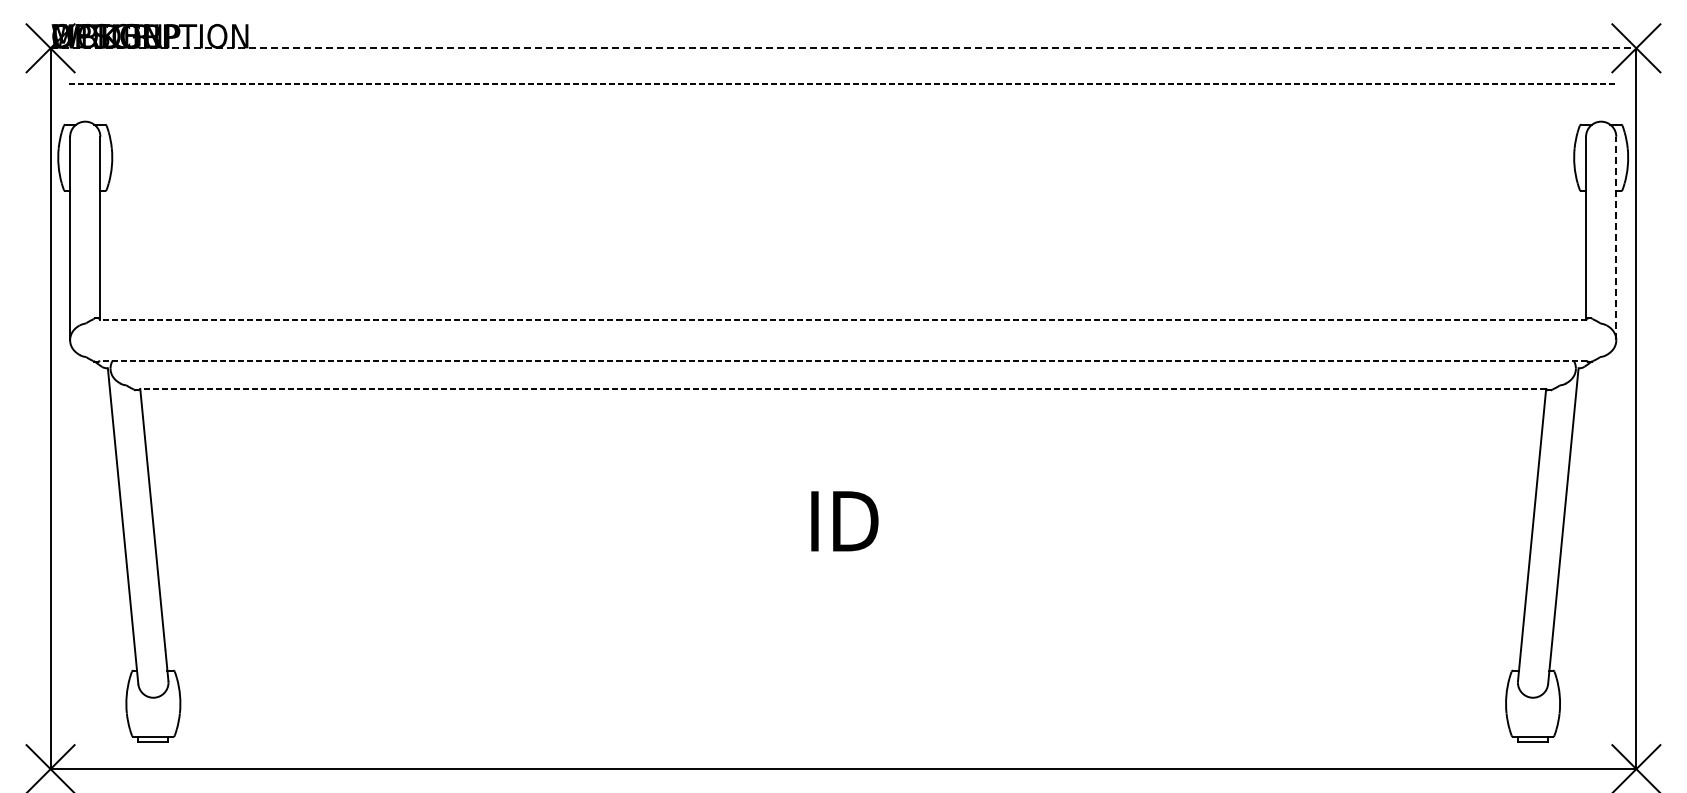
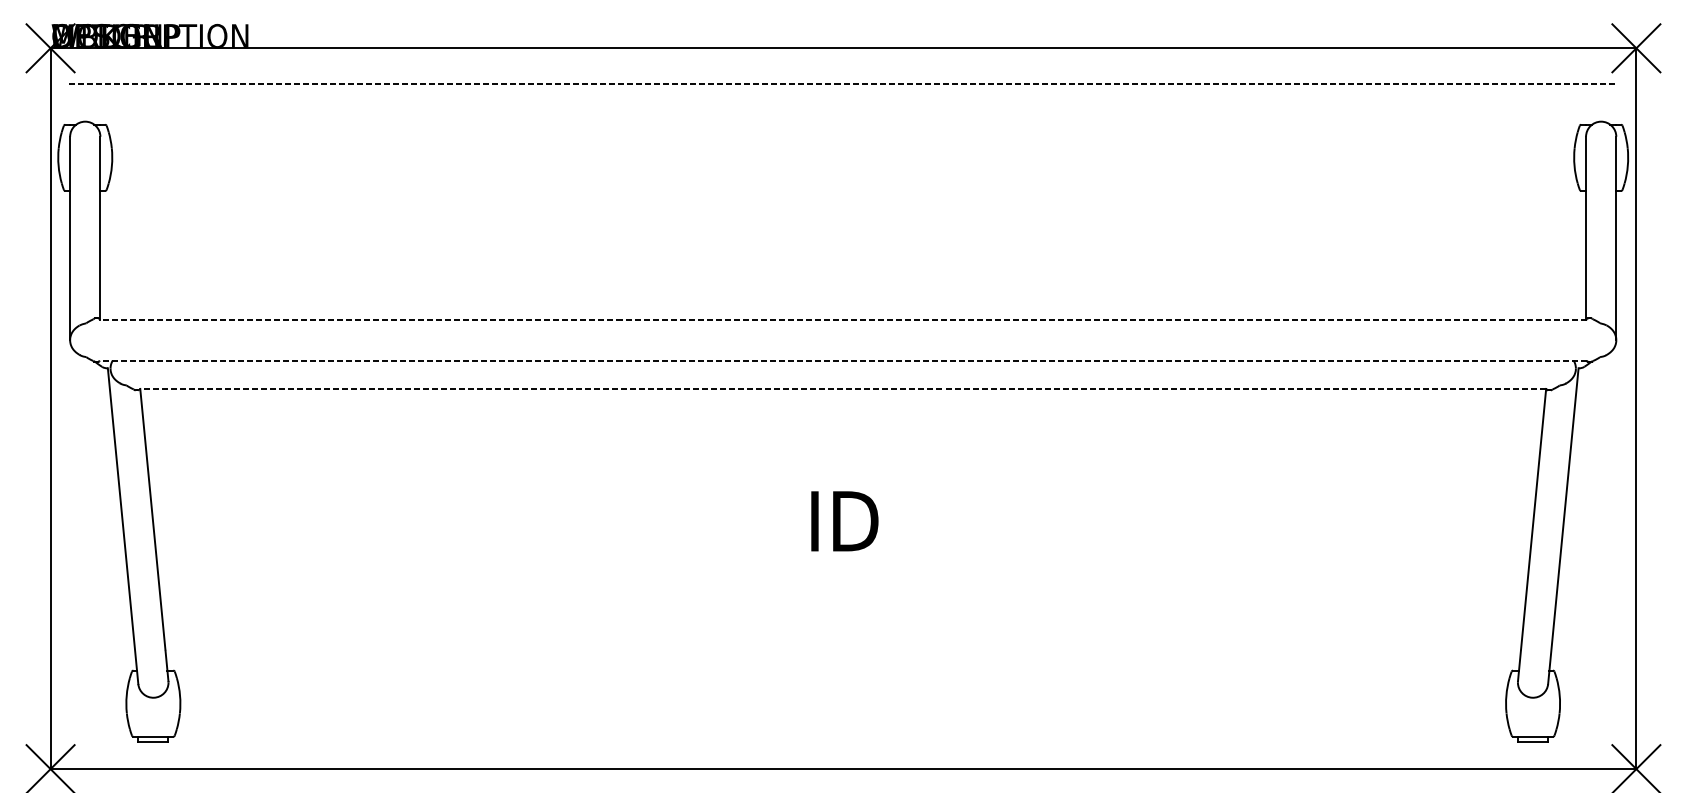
line at (843, 48): dashed -> solid
line at (1616, 238): dashed -> solid
